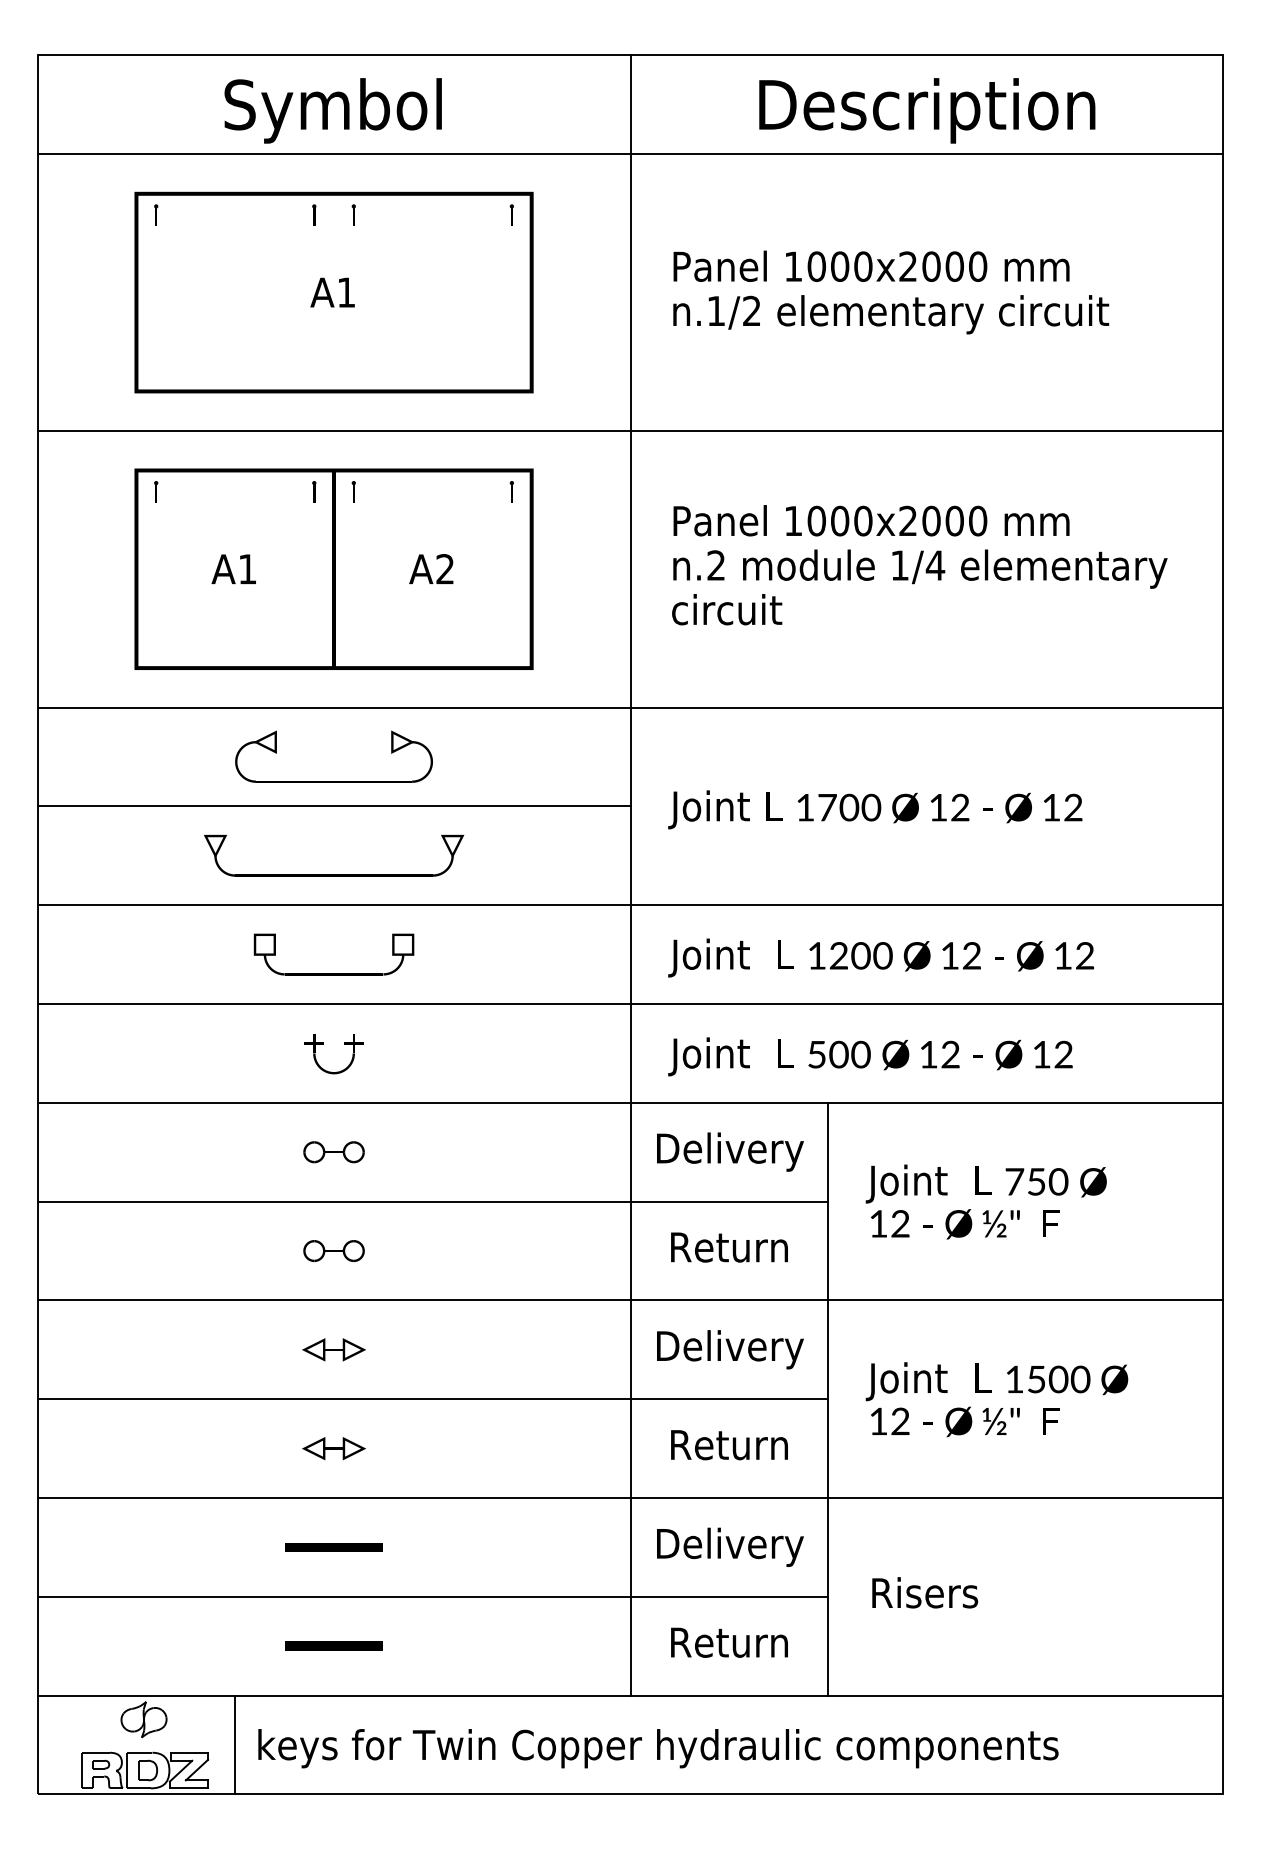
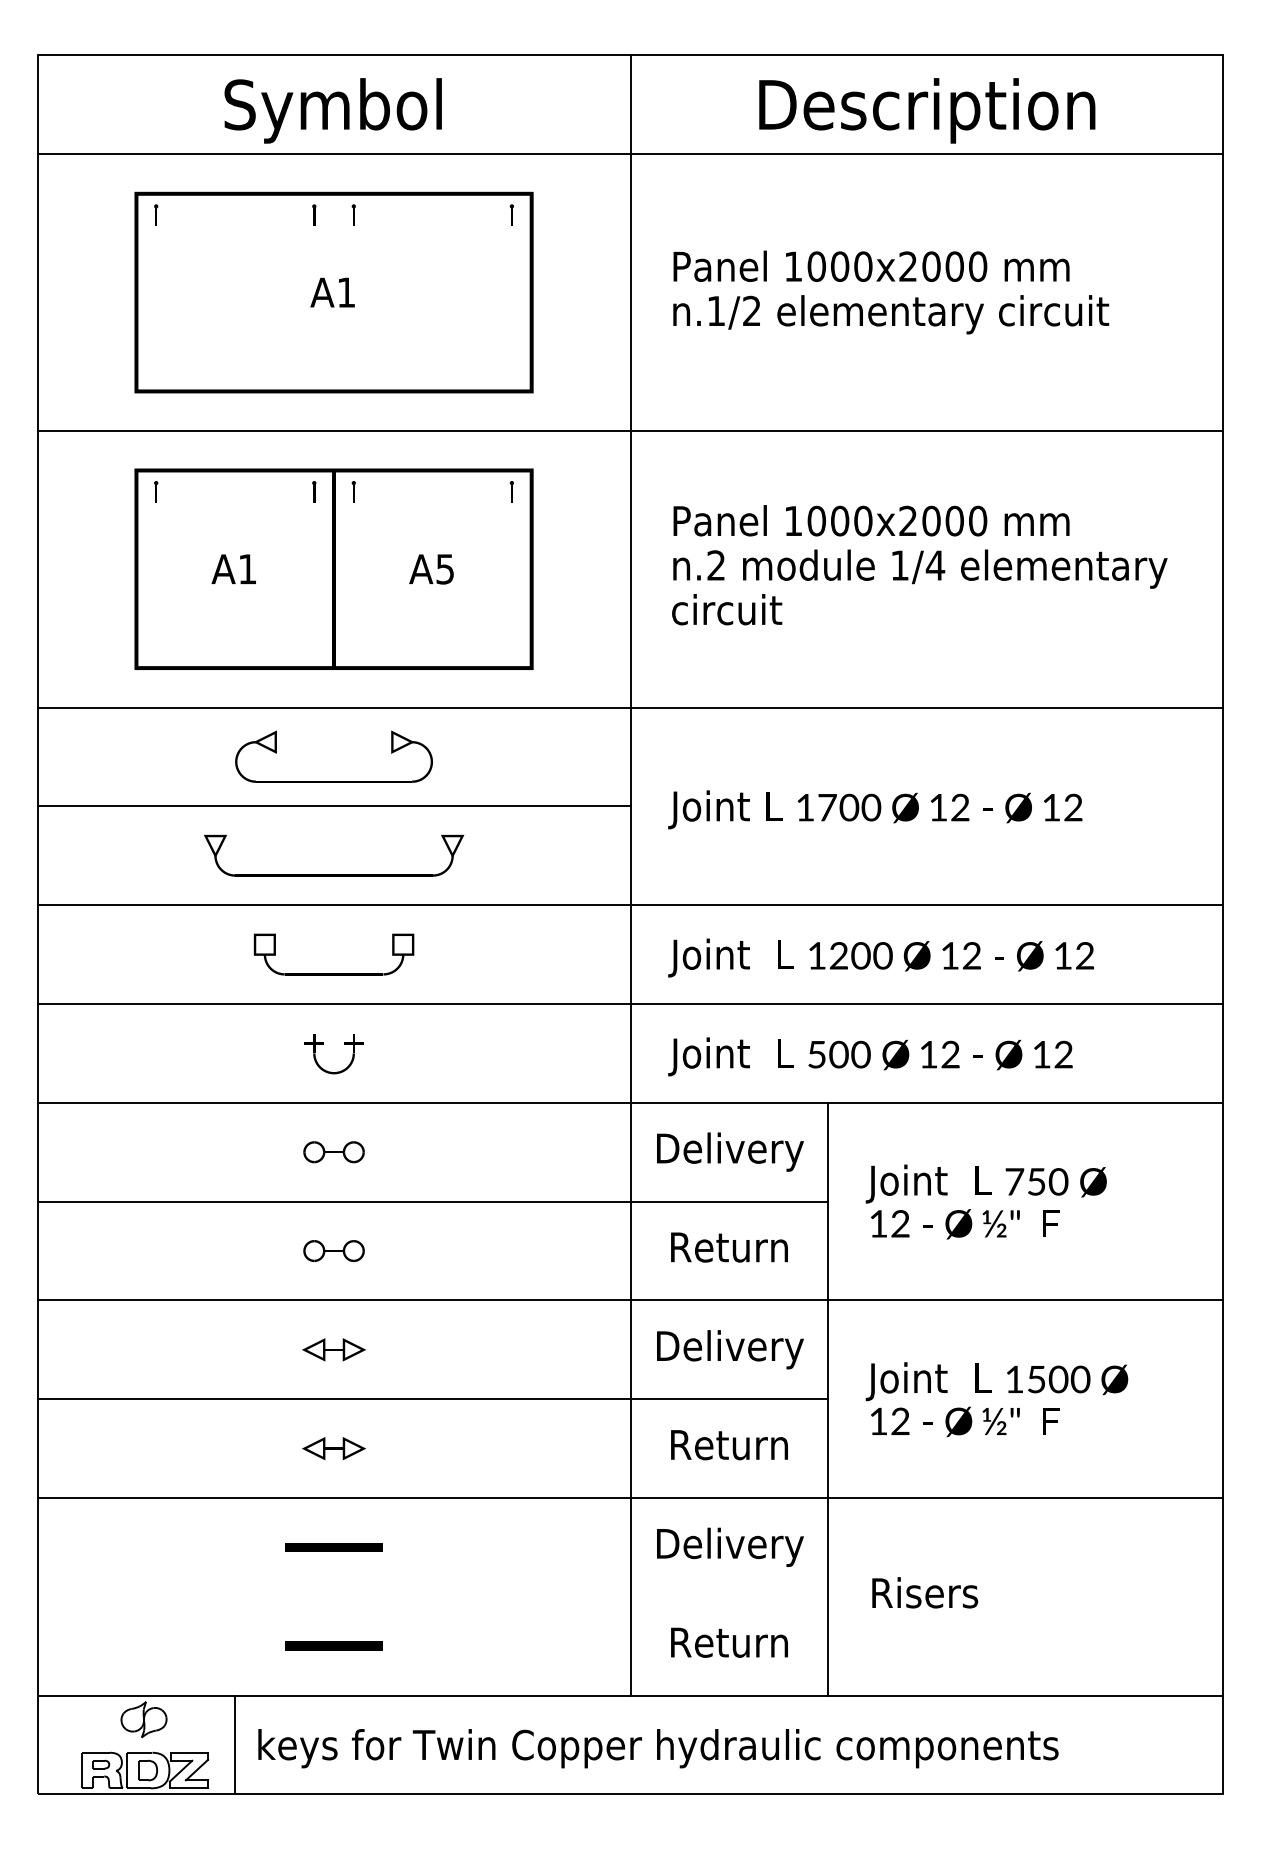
text at (444, 569): A2 -> A5
line at (432, 1596): present -> none
